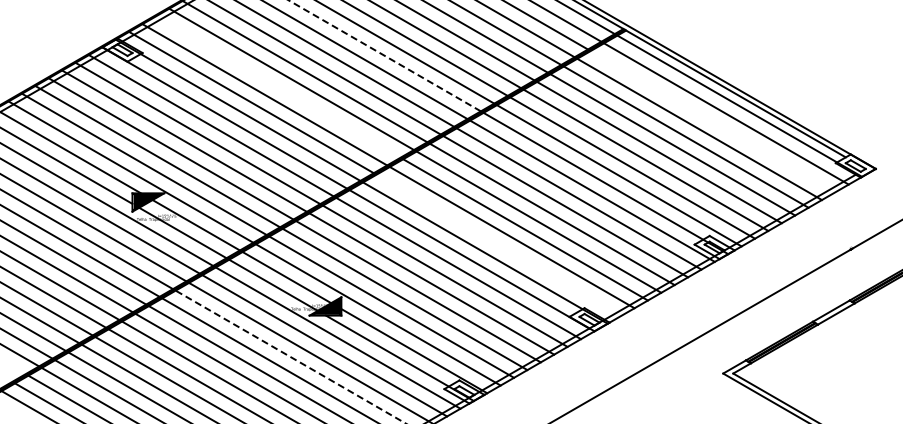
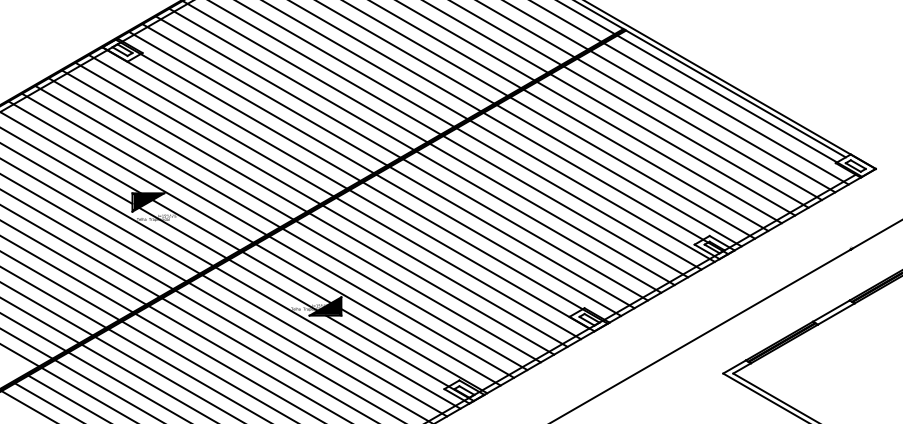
line at (384, 55): dashed -> solid
line at (277, 86): none -> present
line at (712, 121): none -> present
line at (498, 244): none -> present
line at (290, 357): dashed -> solid
